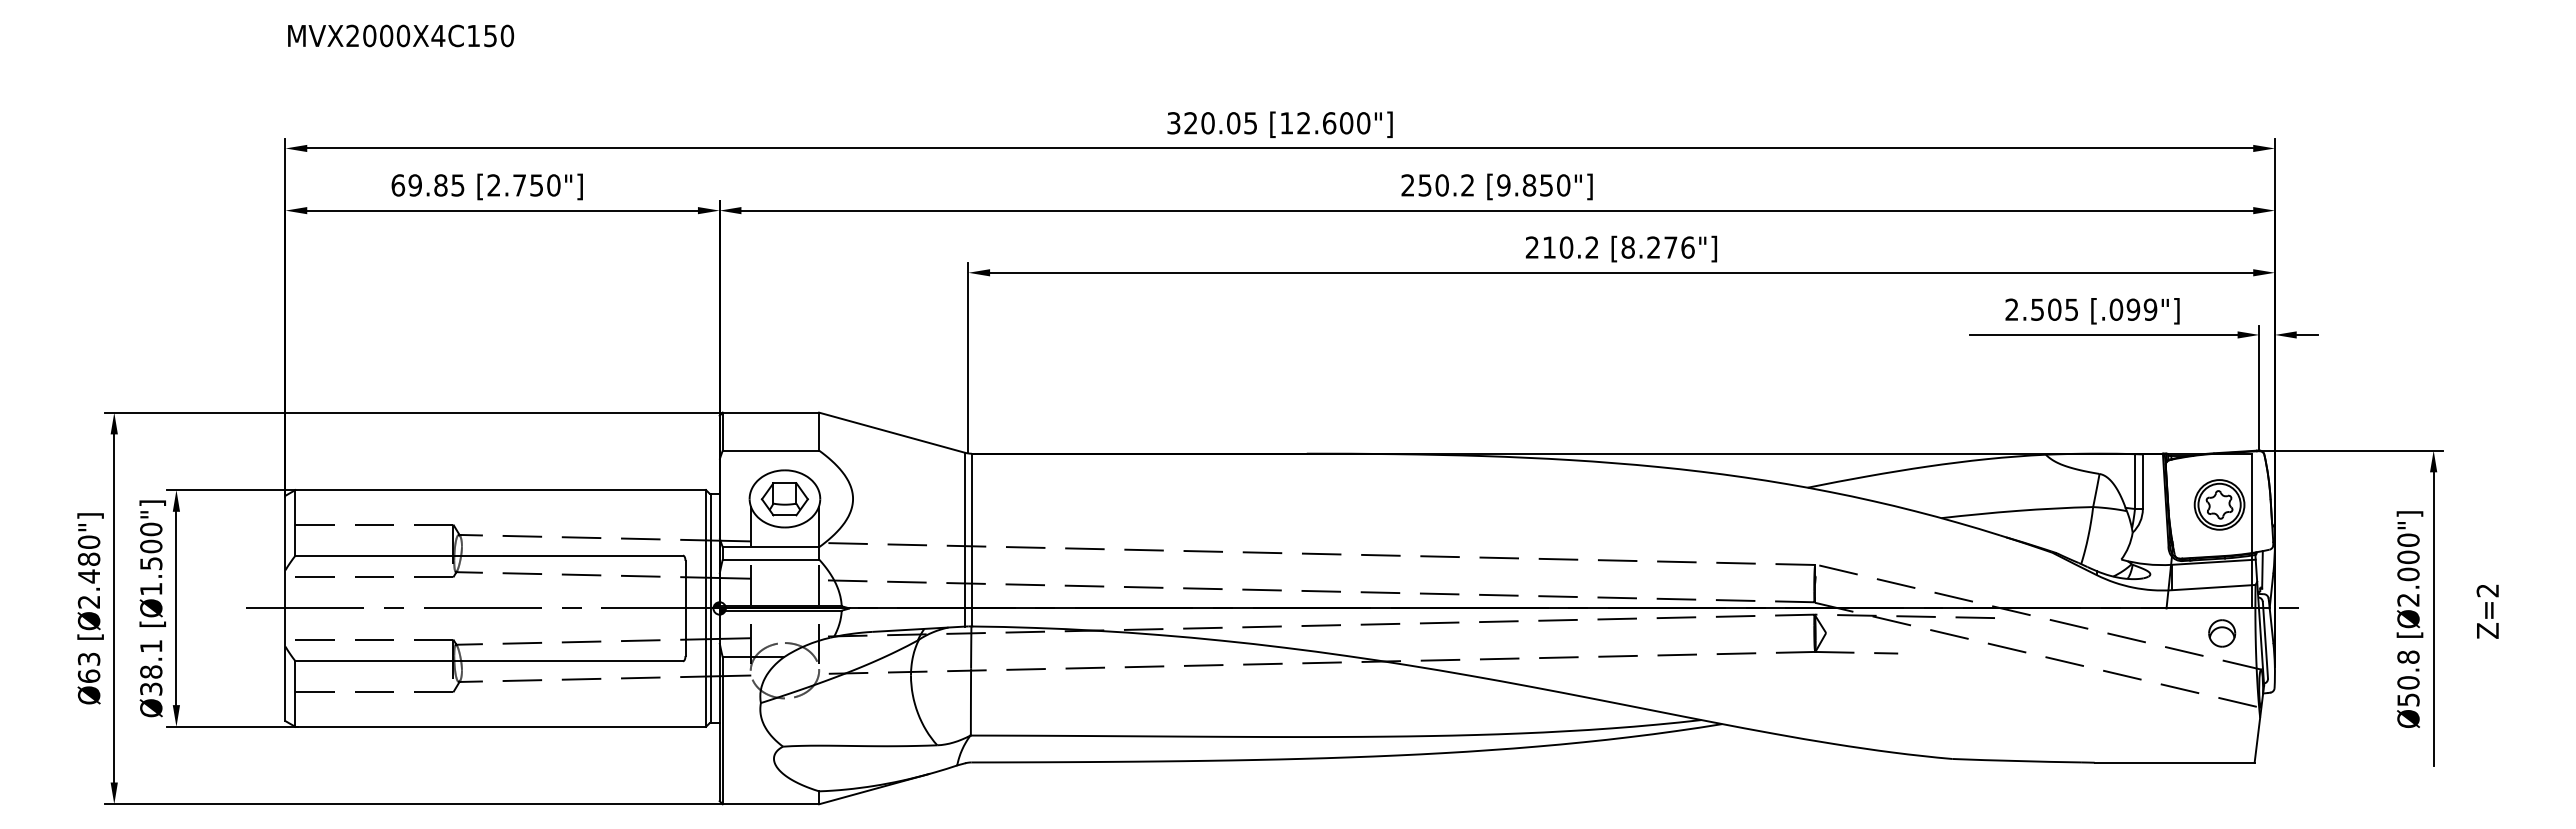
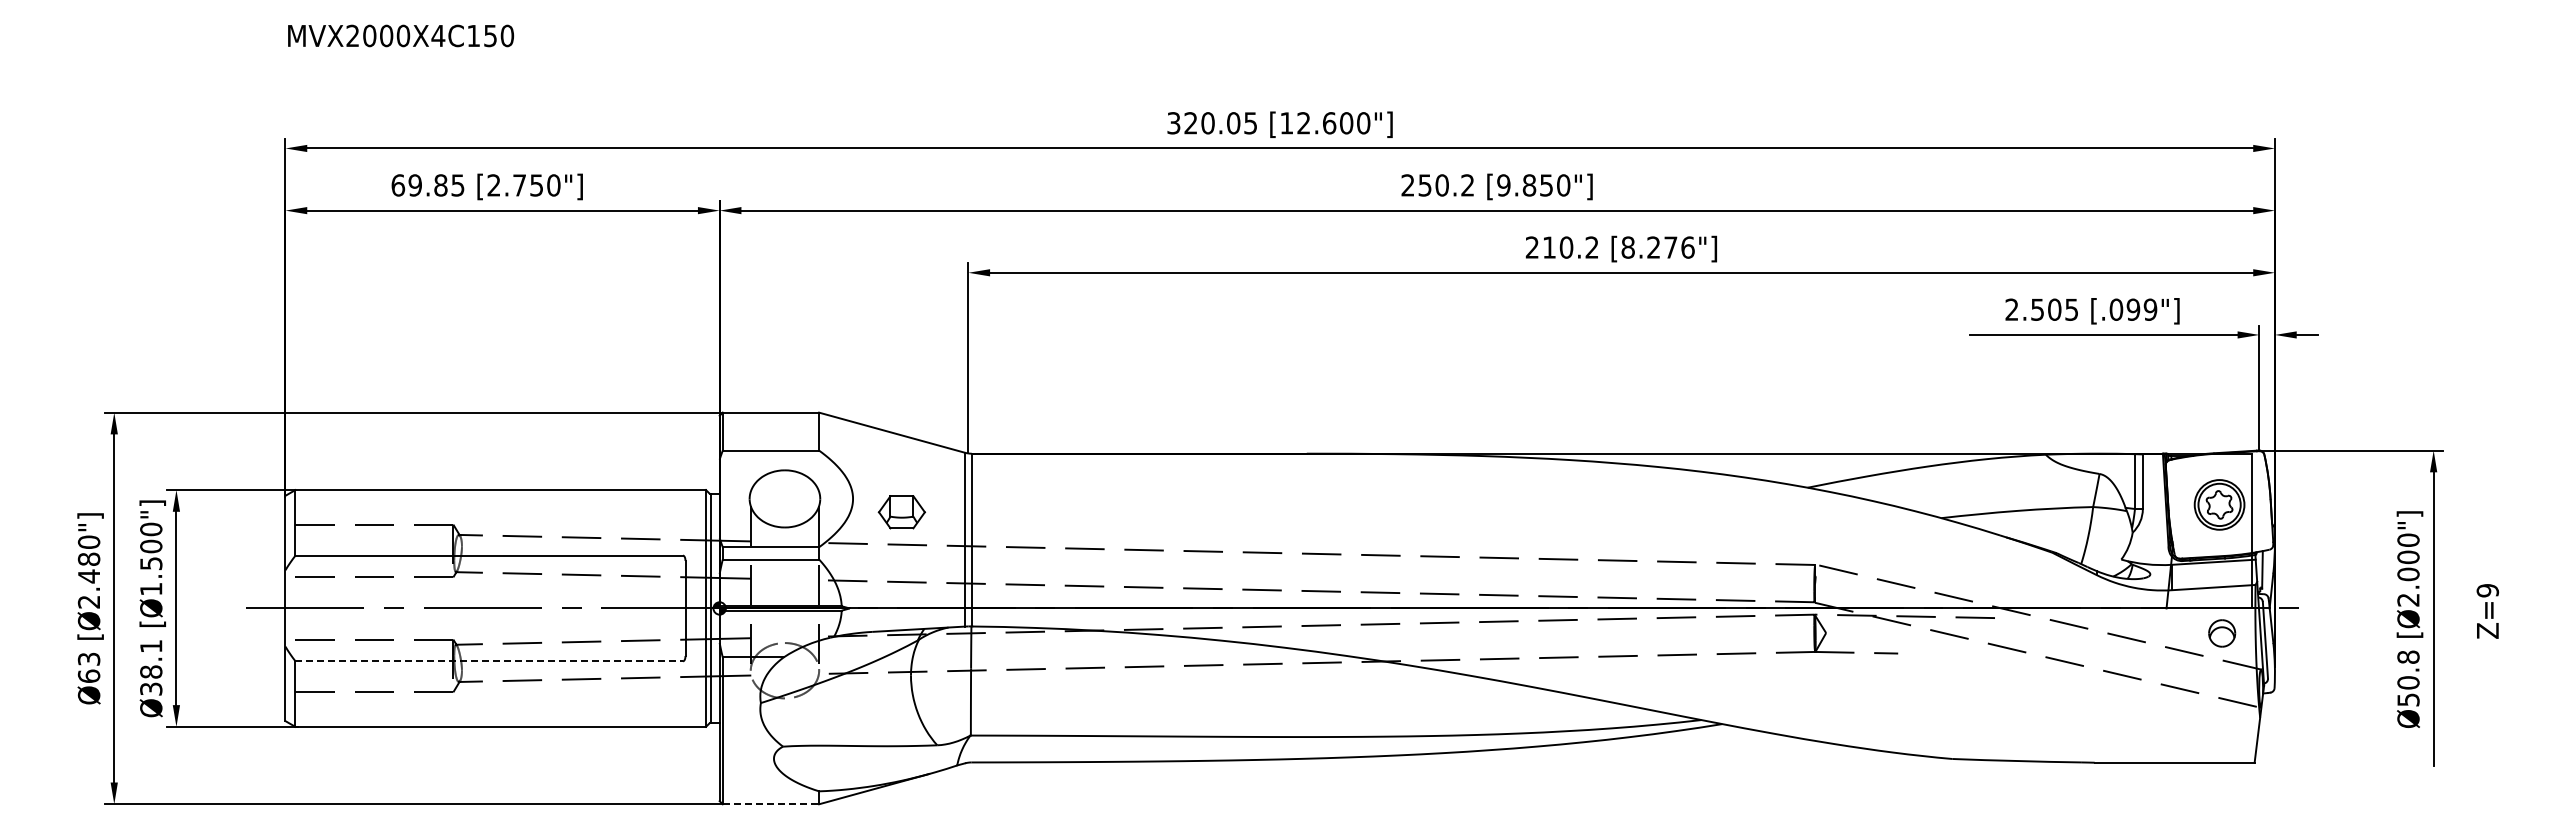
part at (784, 499) position: (784, 499) -> (901, 512)
text at (2487, 590): Z=2 -> Z=9
line at (489, 661): solid -> dashed
line at (771, 804): solid -> dashed
